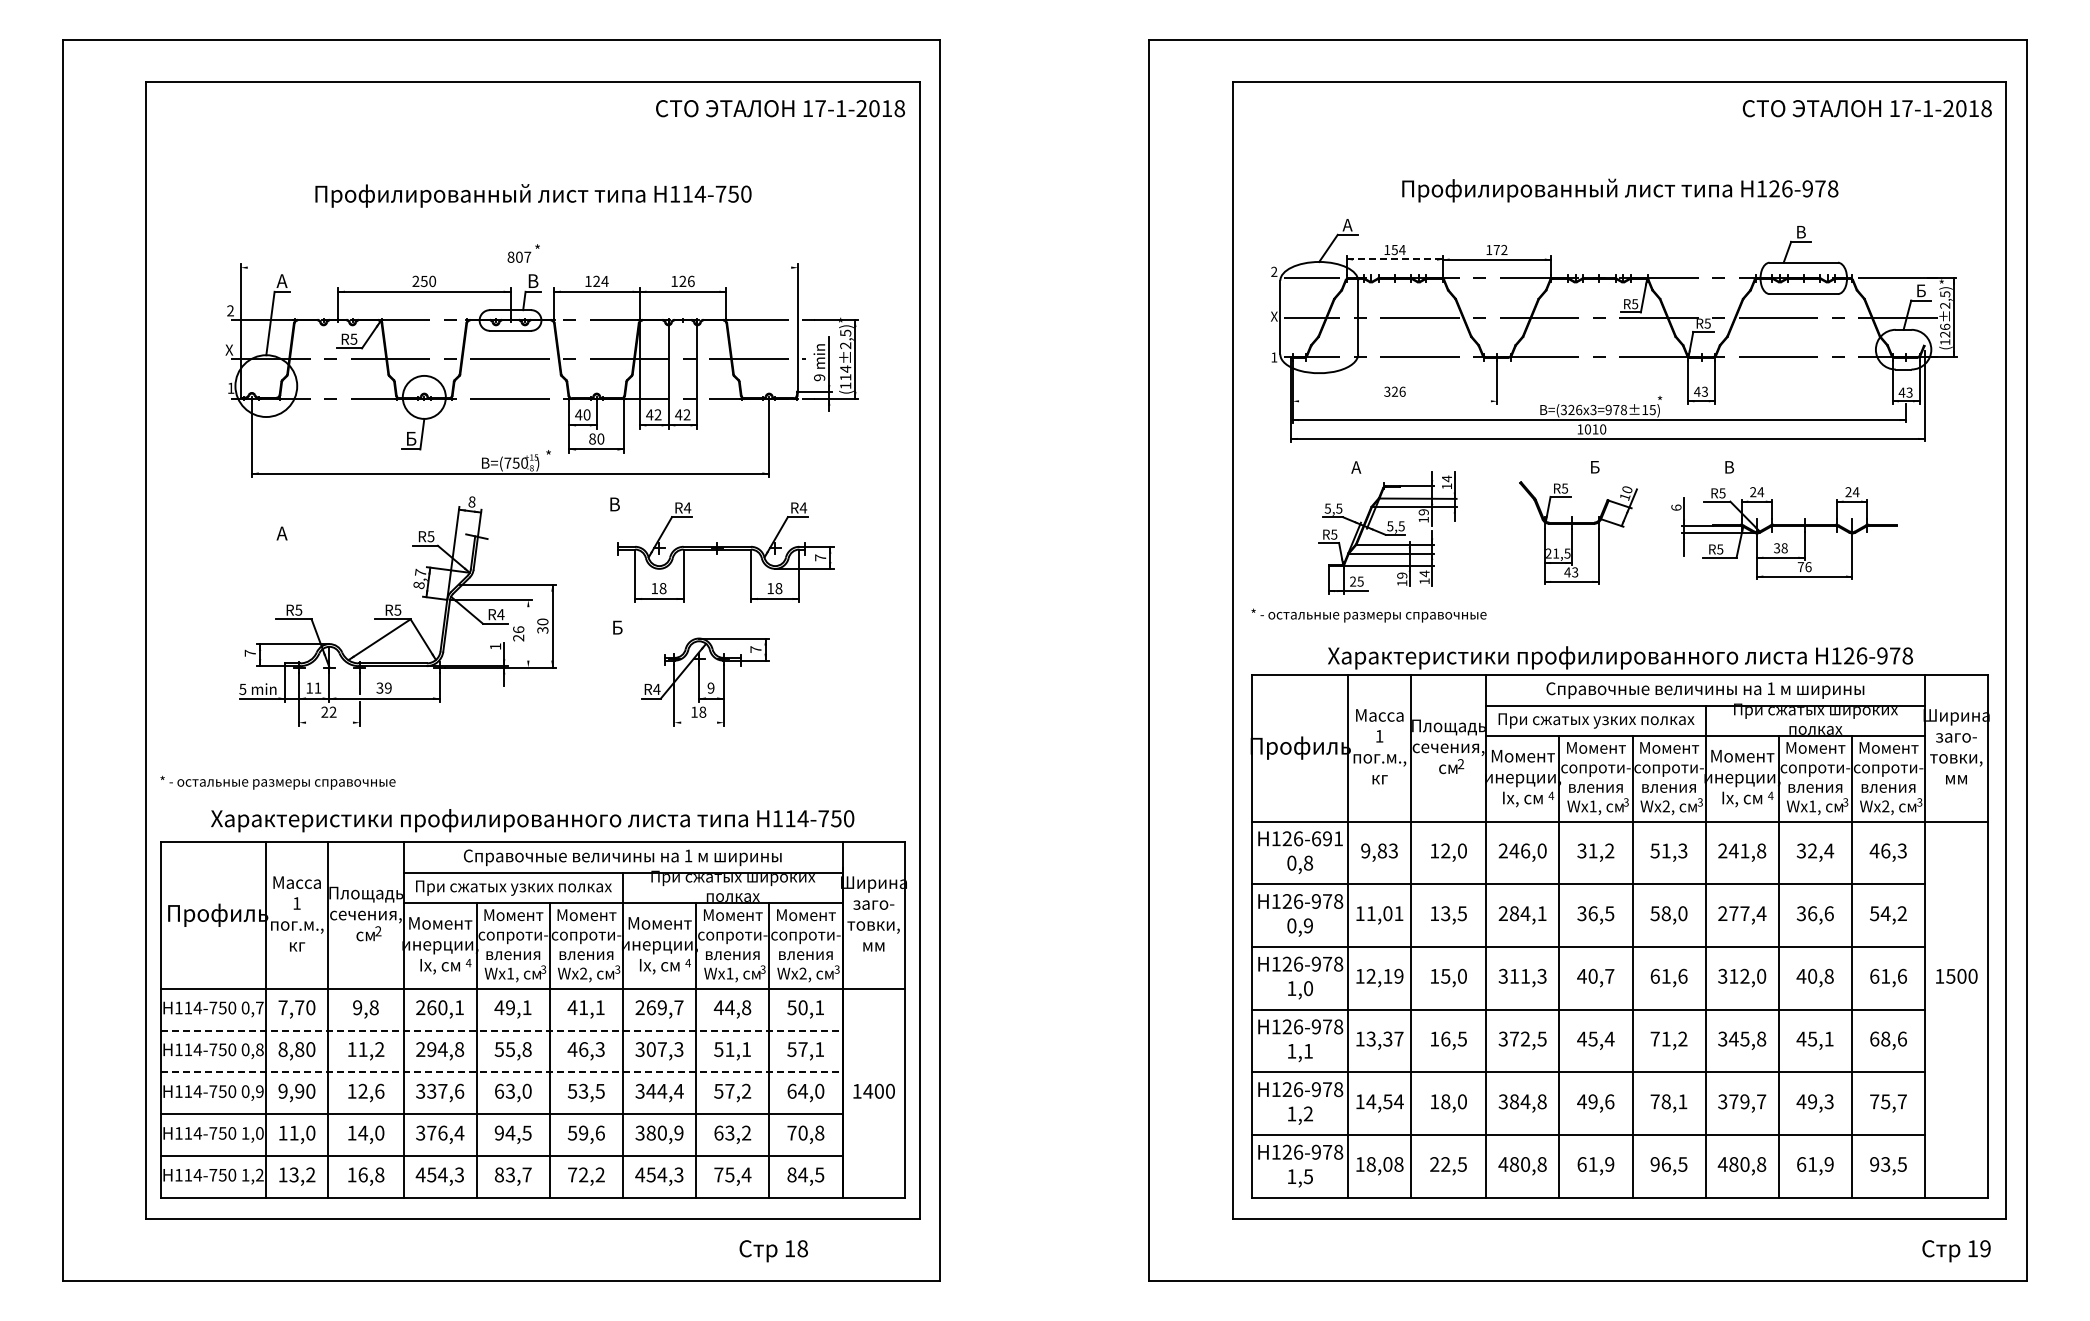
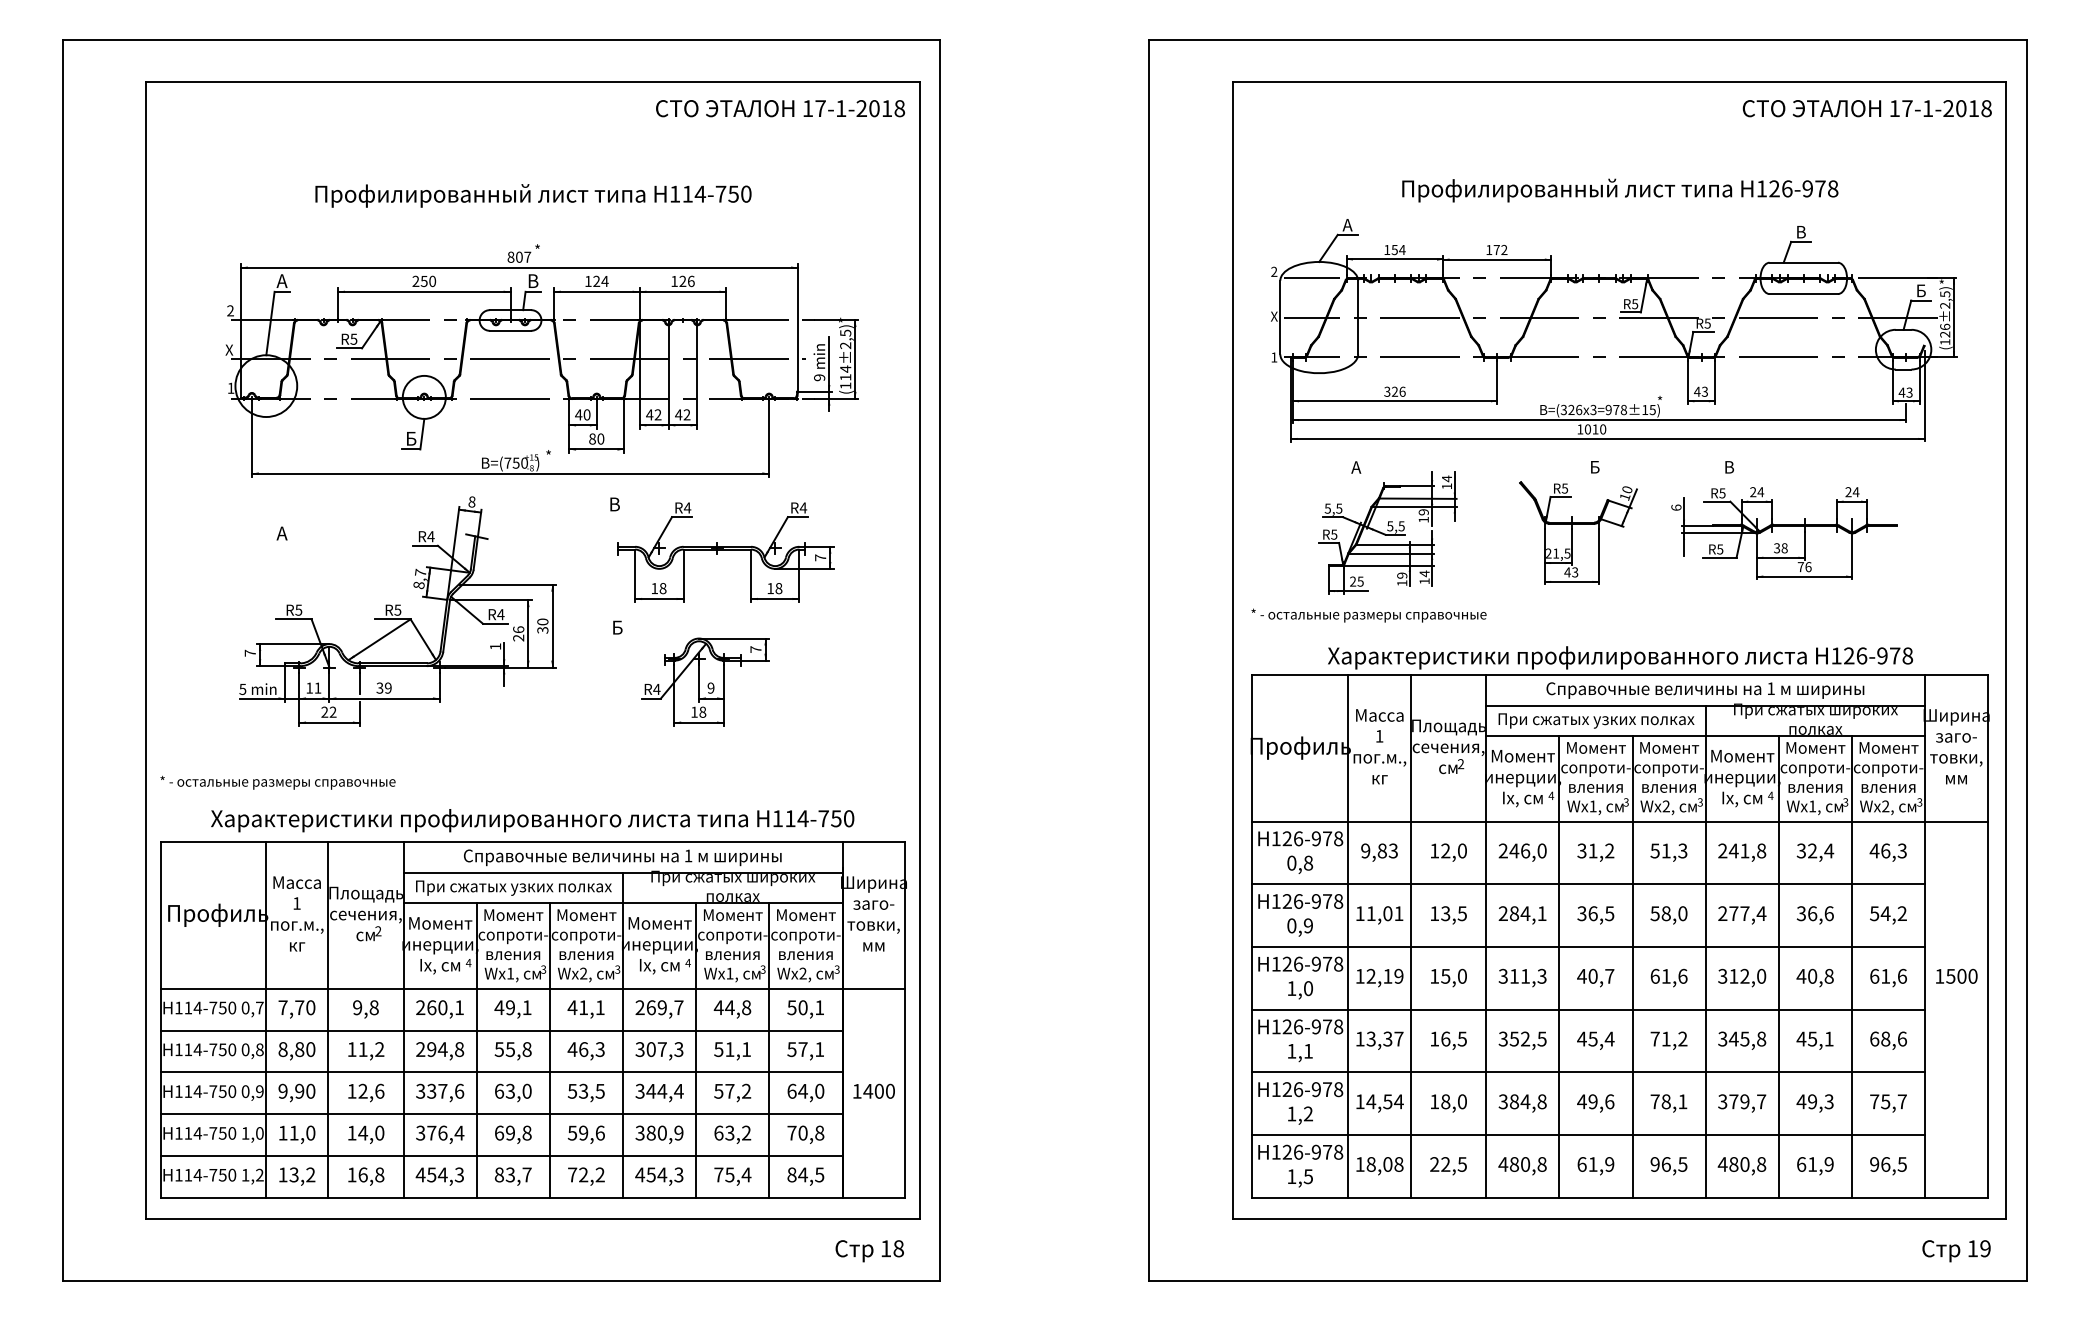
line at (1395, 259): dashed -> solid
line at (519, 267): none -> present
line at (1394, 401): none -> present
text at (430, 536): R5 -> R4
line at (528, 633): none -> present
line at (329, 722): none -> present
line at (698, 722): none -> present
text at (1327, 838): 126-691 -> 126-978
line at (501, 1030): dashed -> solid
text at (1514, 1038): 372,5 -> 352,5
line at (501, 1072): dashed -> solid
text at (512, 1132): 94,5 -> 69,8
text at (1885, 1164): 93,5 -> 96,5
text at (773, 1251) position: (773, 1251) -> (869, 1251)
